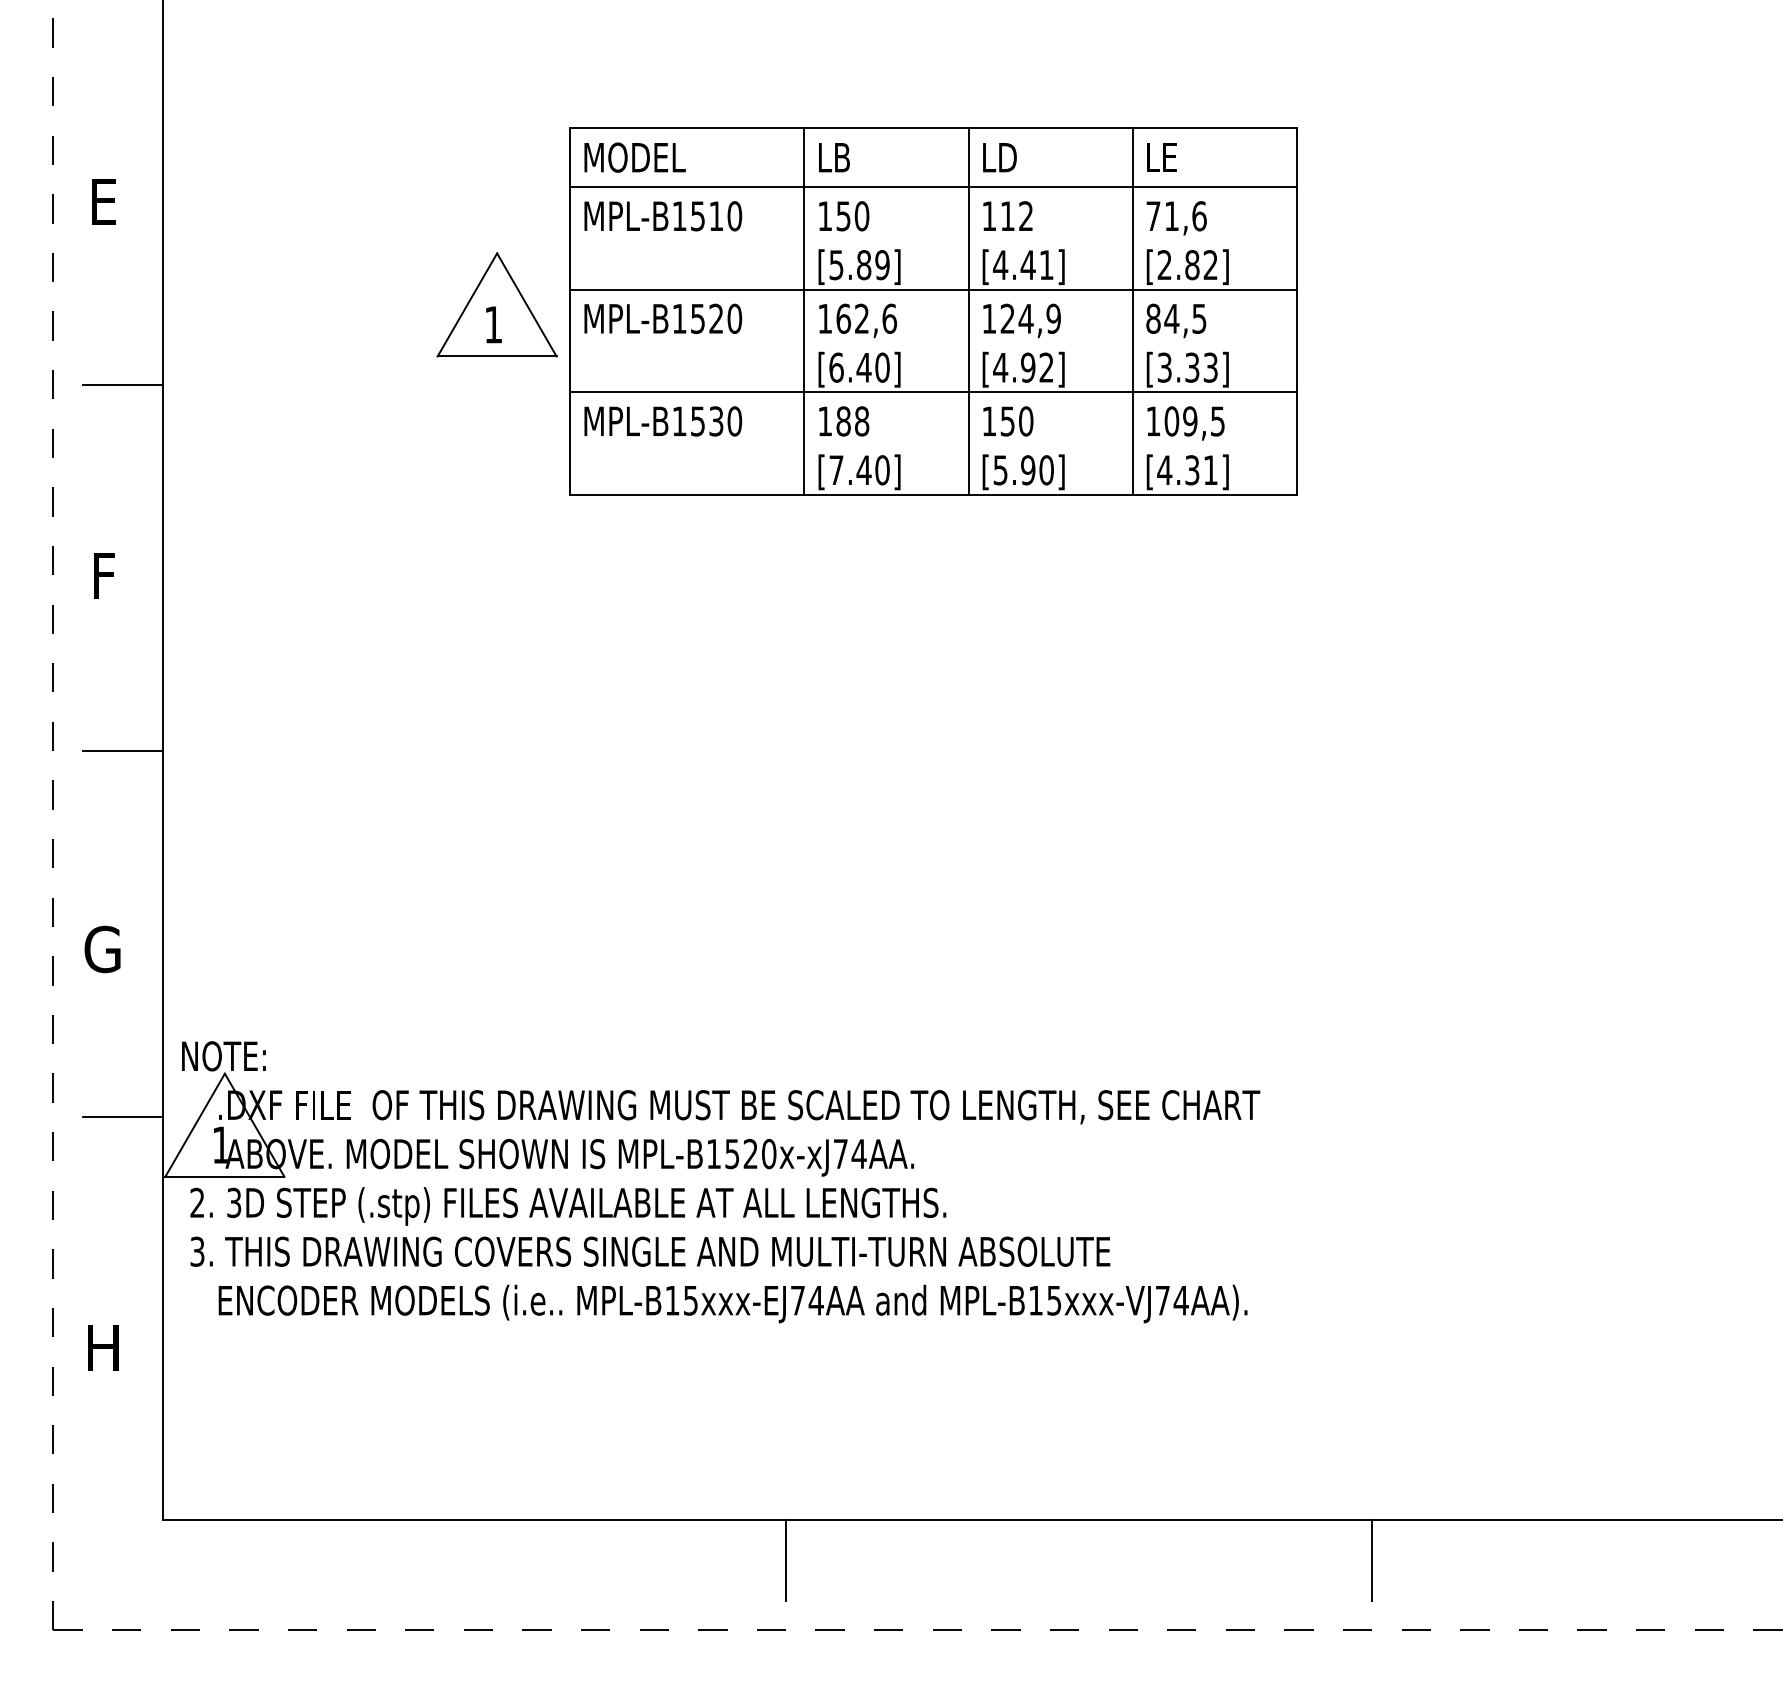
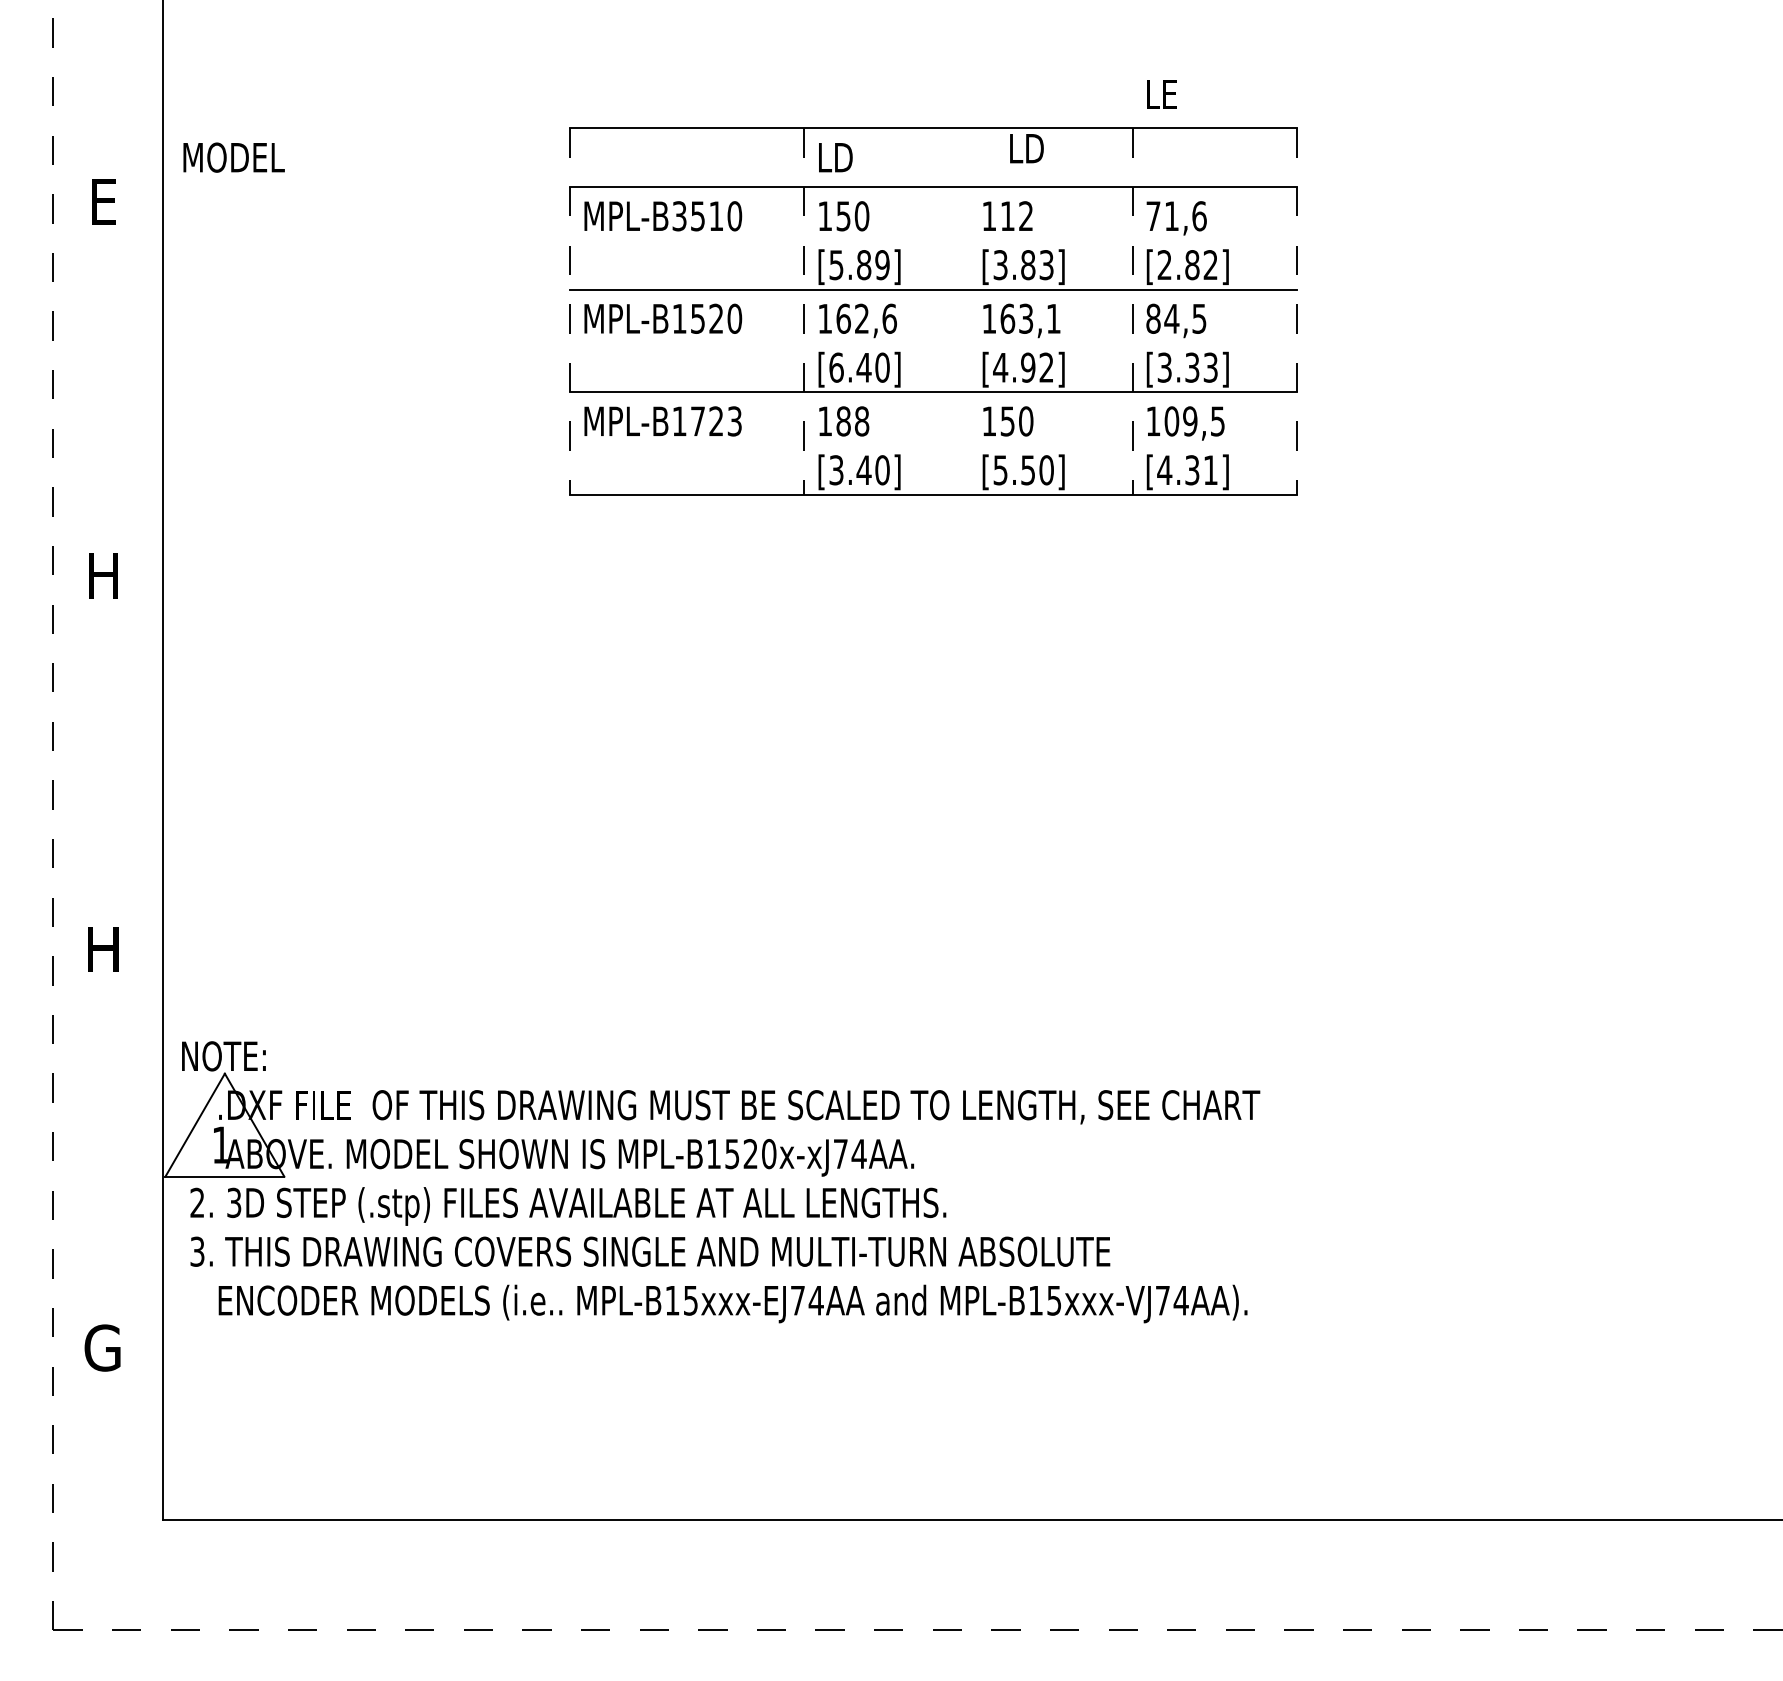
text at (634, 157) position: (634, 157) -> (233, 157)
text at (845, 157): LB -> LD
text at (999, 157) position: (999, 157) -> (1026, 148)
text at (1161, 157) position: (1161, 157) -> (1161, 94)
text at (679, 216): MPL-B1510 -> MPL-B3510
text at (1023, 265): [4.41] -> [3.83]
part at (496, 304): present -> none
line at (968, 311): present -> none
line at (569, 312): solid -> dashed
line at (804, 312): solid -> dashed
line at (1132, 312): solid -> dashed
line at (1296, 312): solid -> dashed
text at (1030, 318): 124,9 -> 163,1
line at (122, 384): present -> none
text at (716, 421): MPL-B1530 -> MPL-B1723
text at (836, 470): [7.40] -> [3.40]
text at (1028, 470): [5.90] -> [5.50]
text at (103, 575): F -> H
line at (122, 751): present -> none
text at (102, 949): G -> H
line at (122, 1117): present -> none
text at (102, 1347): H -> G
line at (786, 1560): present -> none
line at (1372, 1560): present -> none
